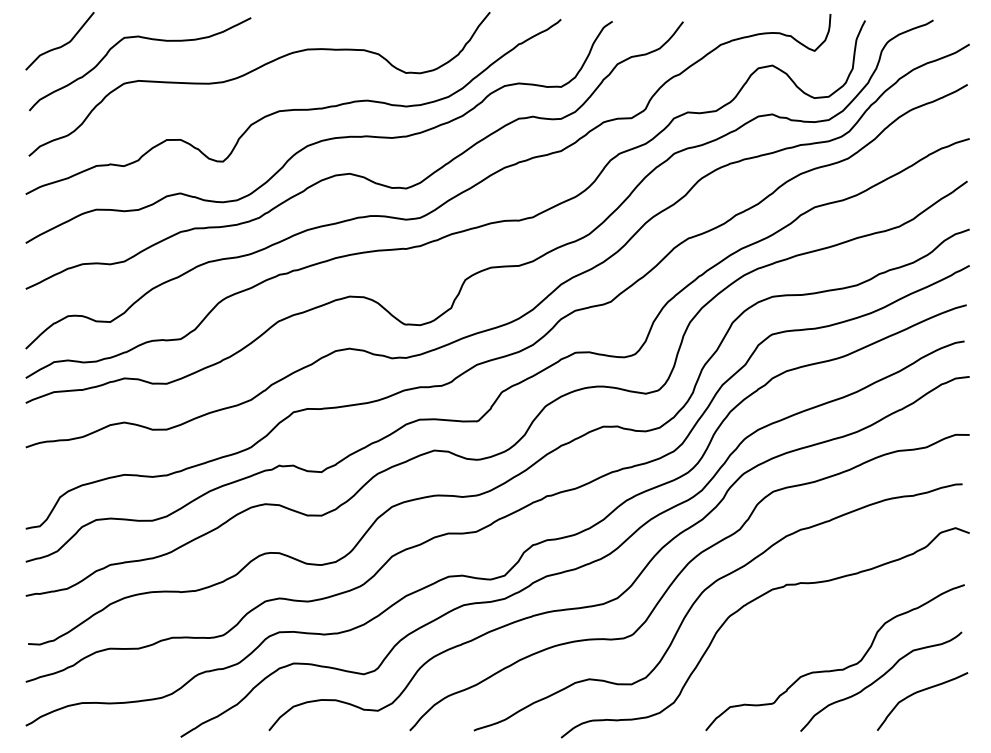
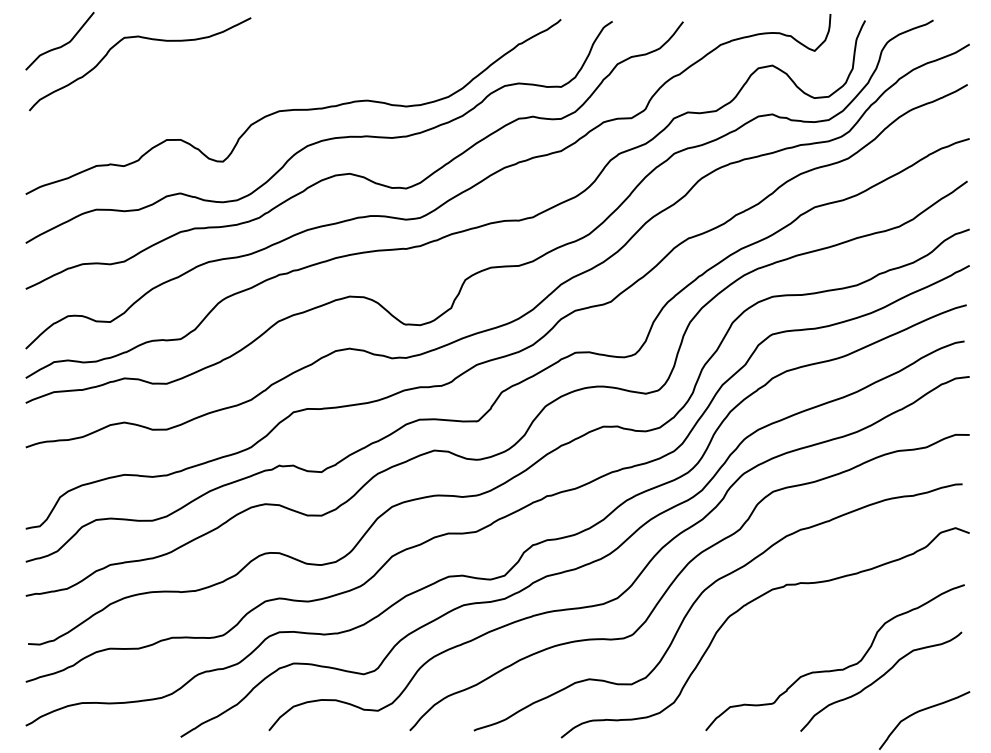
curve at (253, 71): present -> none
curve at (917, 693) position: (917, 693) -> (919, 712)
